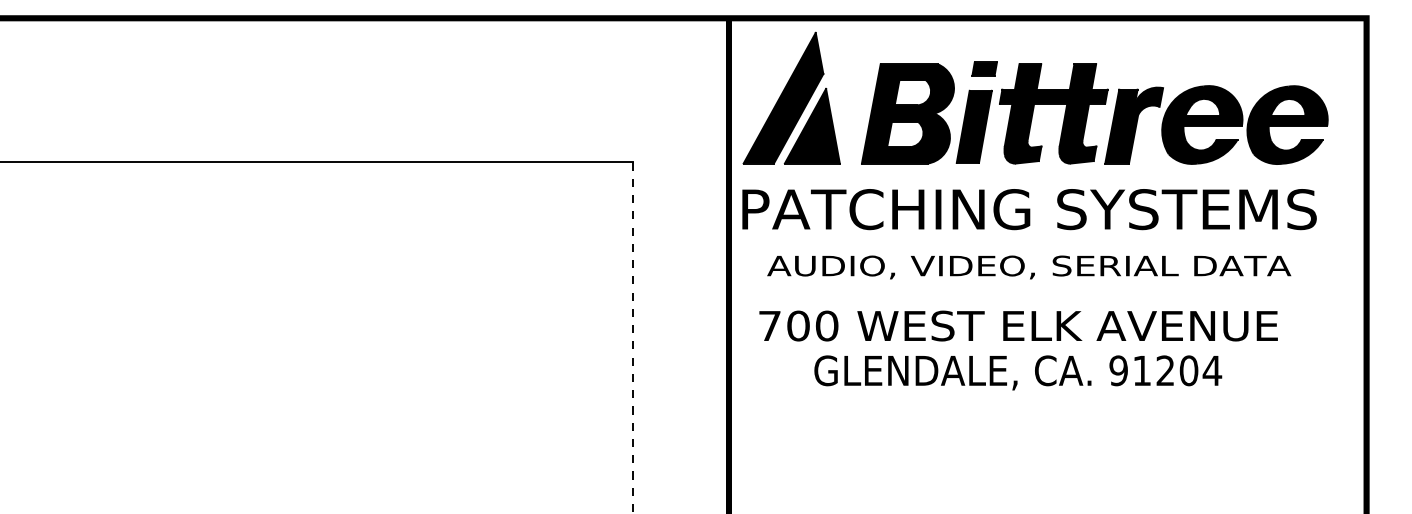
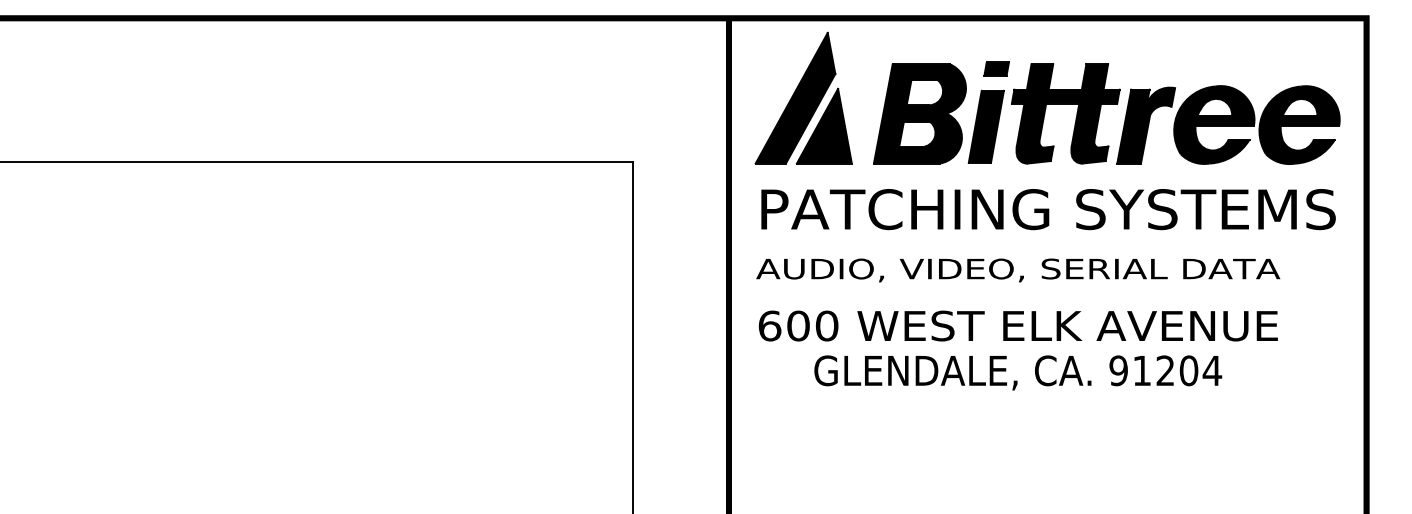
part at (1035, 97) position: (1035, 97) -> (1047, 97)
text at (1029, 209) position: (1029, 209) -> (1048, 209)
text at (1029, 267) position: (1029, 267) -> (1018, 270)
text at (769, 325): 700 -> 600
line at (632, 338): dashed -> solid
